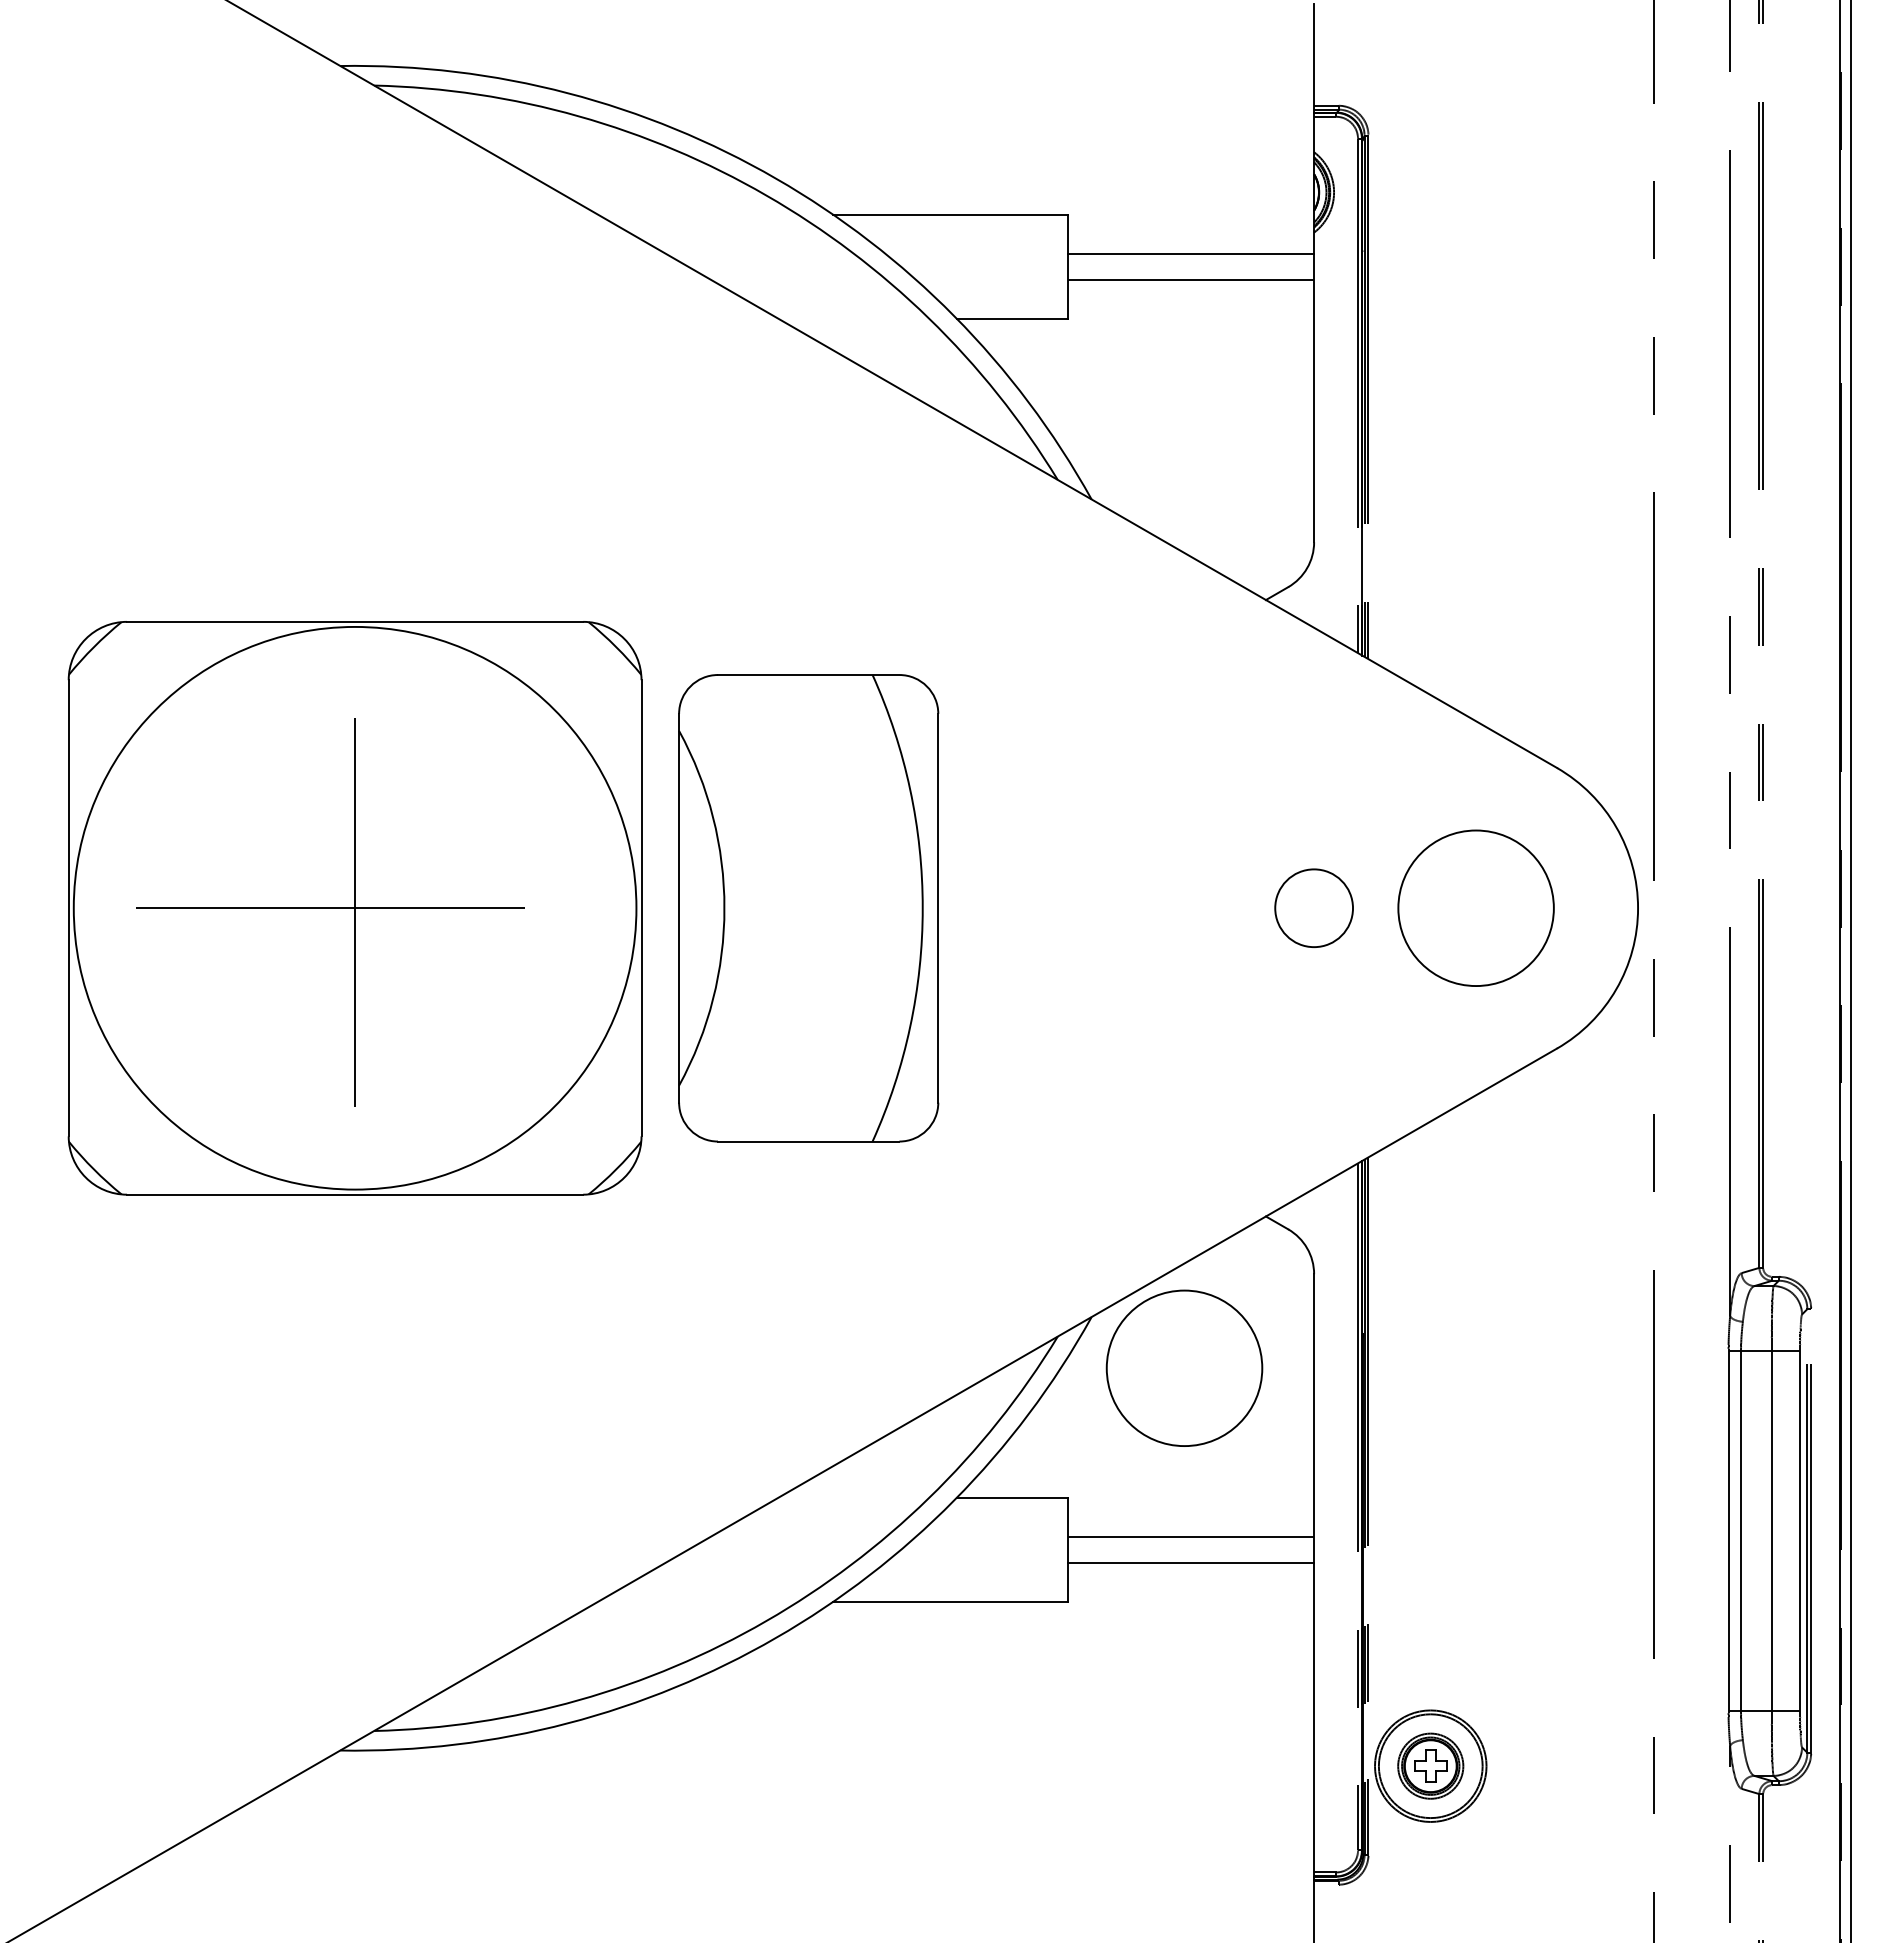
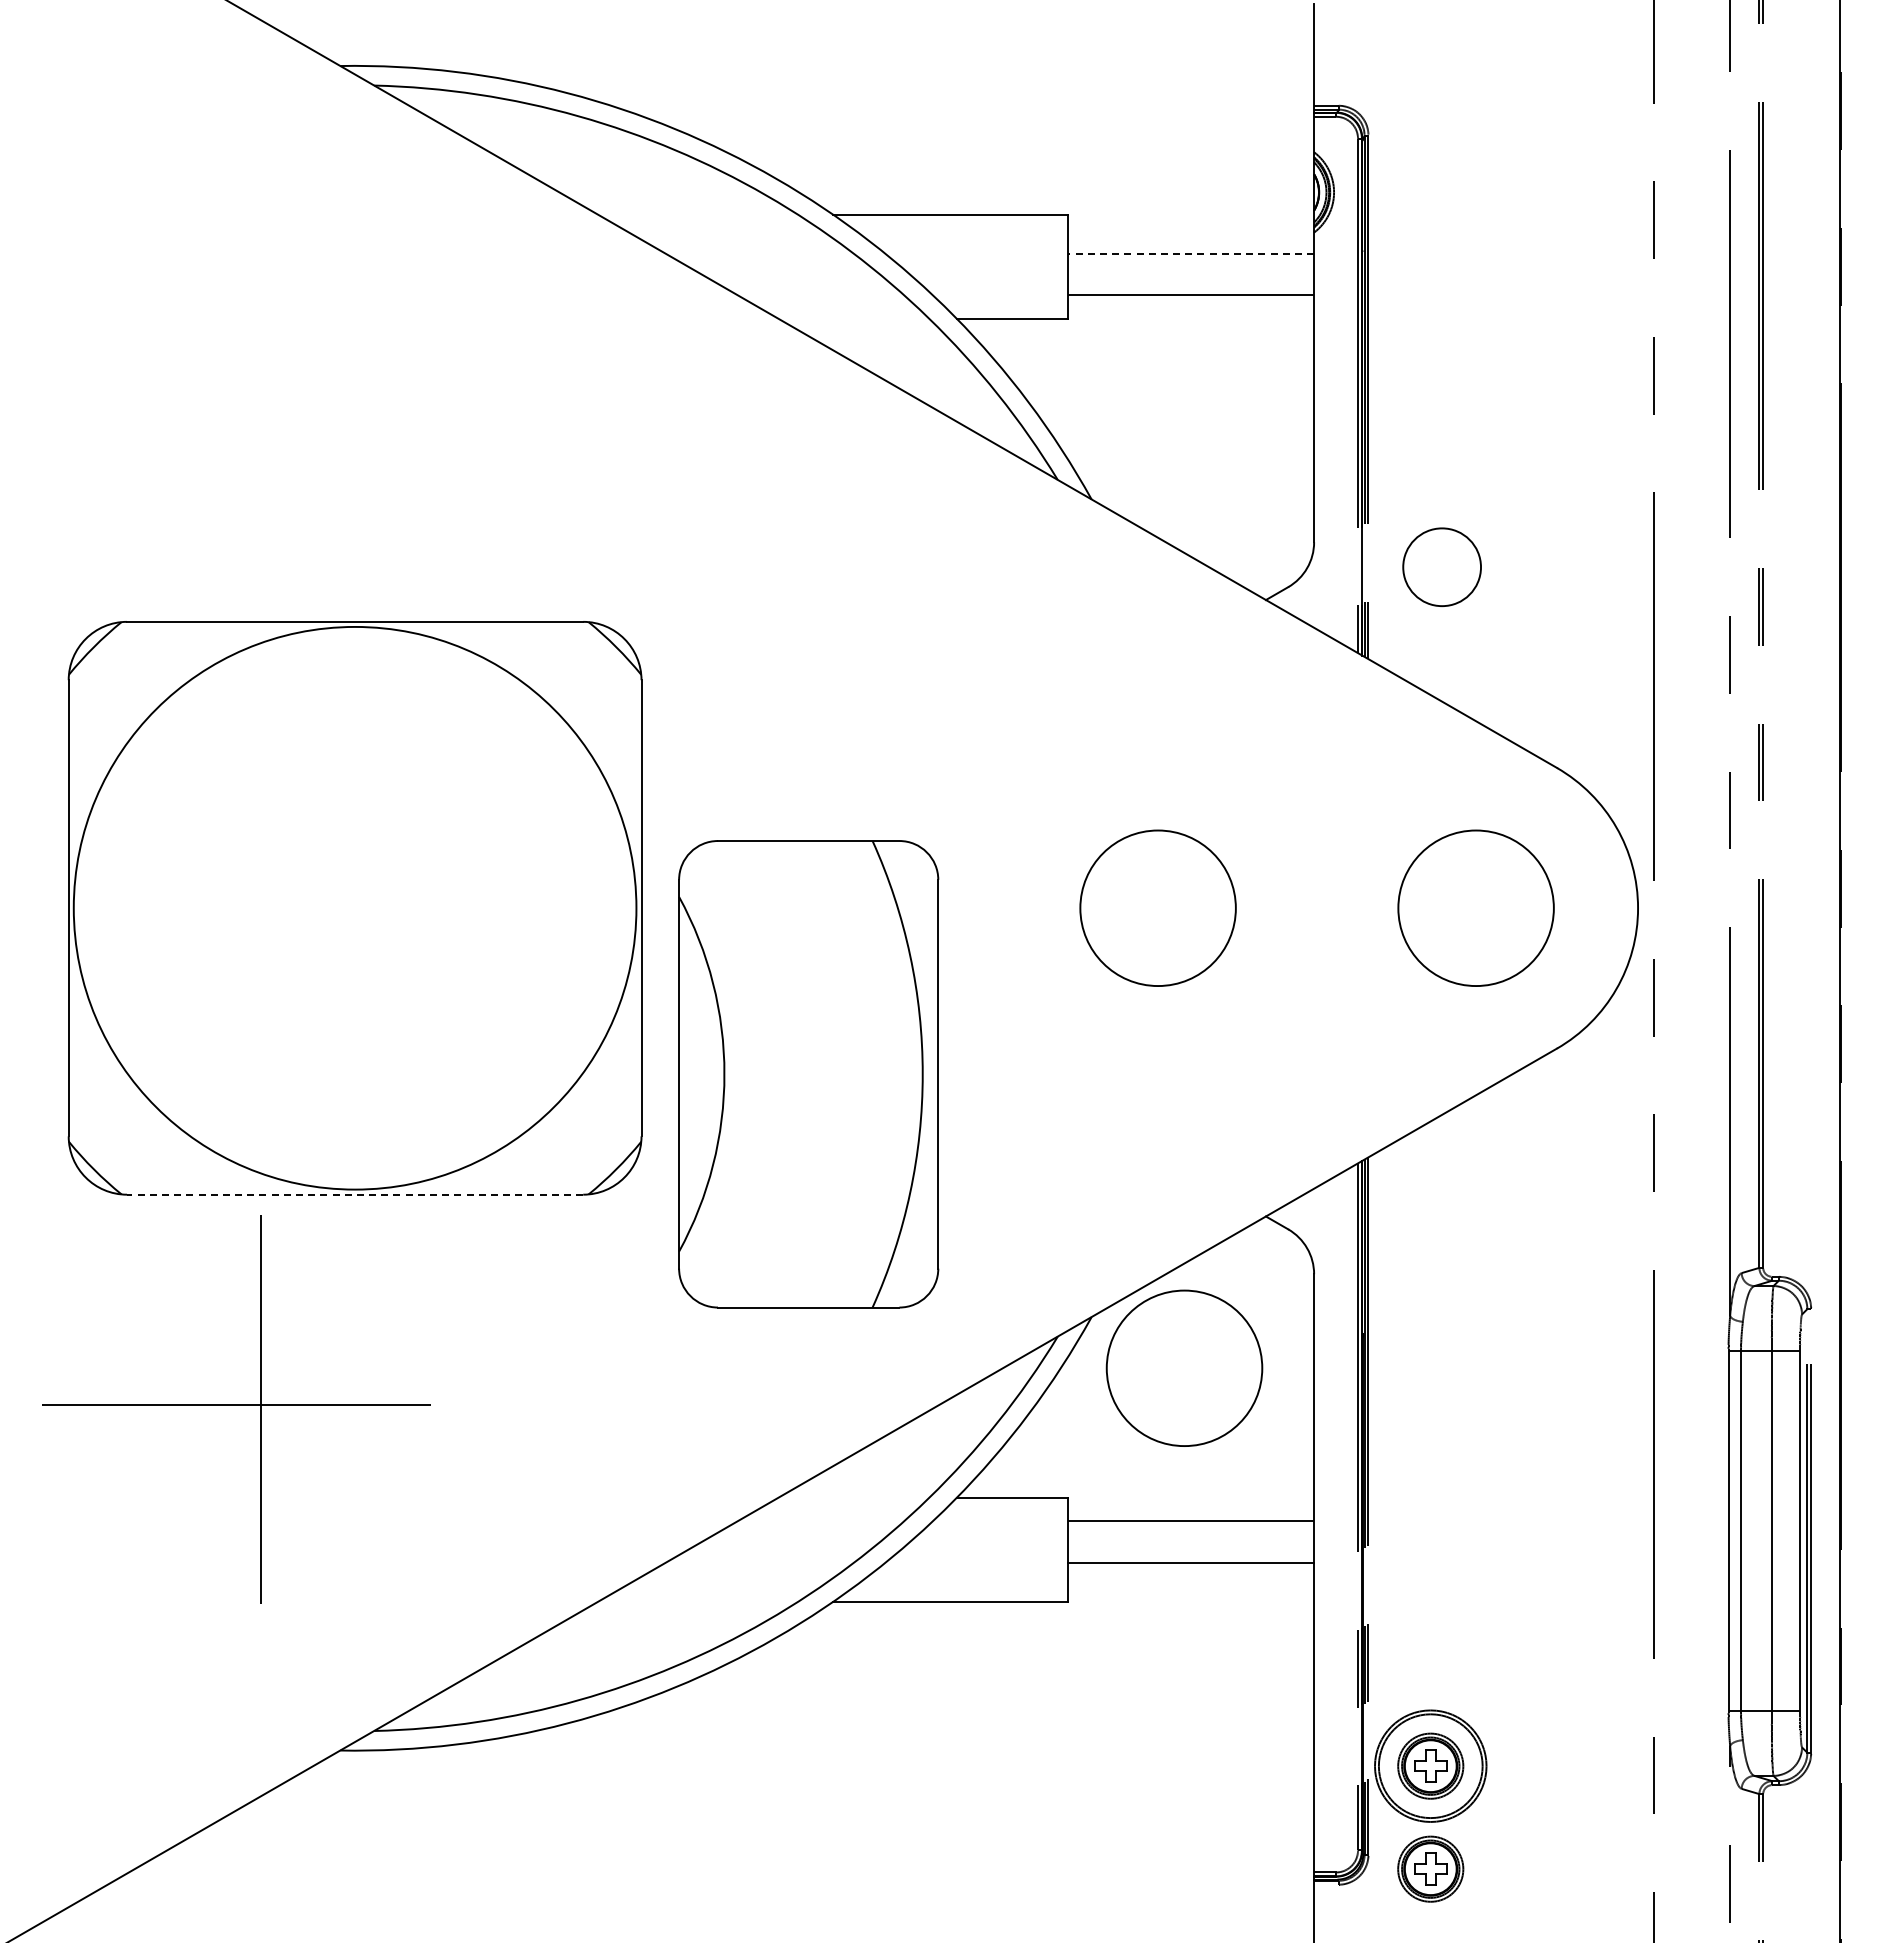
line at (1190, 253): solid -> dashed
line at (1190, 279) position: (1190, 279) -> (1190, 294)
circle at (1157, 907): none -> present
circle at (1313, 907) position: (1313, 907) -> (1441, 566)
part at (808, 908) position: (808, 908) -> (808, 1074)
part at (330, 912) position: (330, 912) -> (236, 1409)
line at (1850, 970): present -> none
line at (354, 1194): solid -> dashed
line at (1190, 1536) position: (1190, 1536) -> (1190, 1520)
part at (1430, 1868): none -> present
